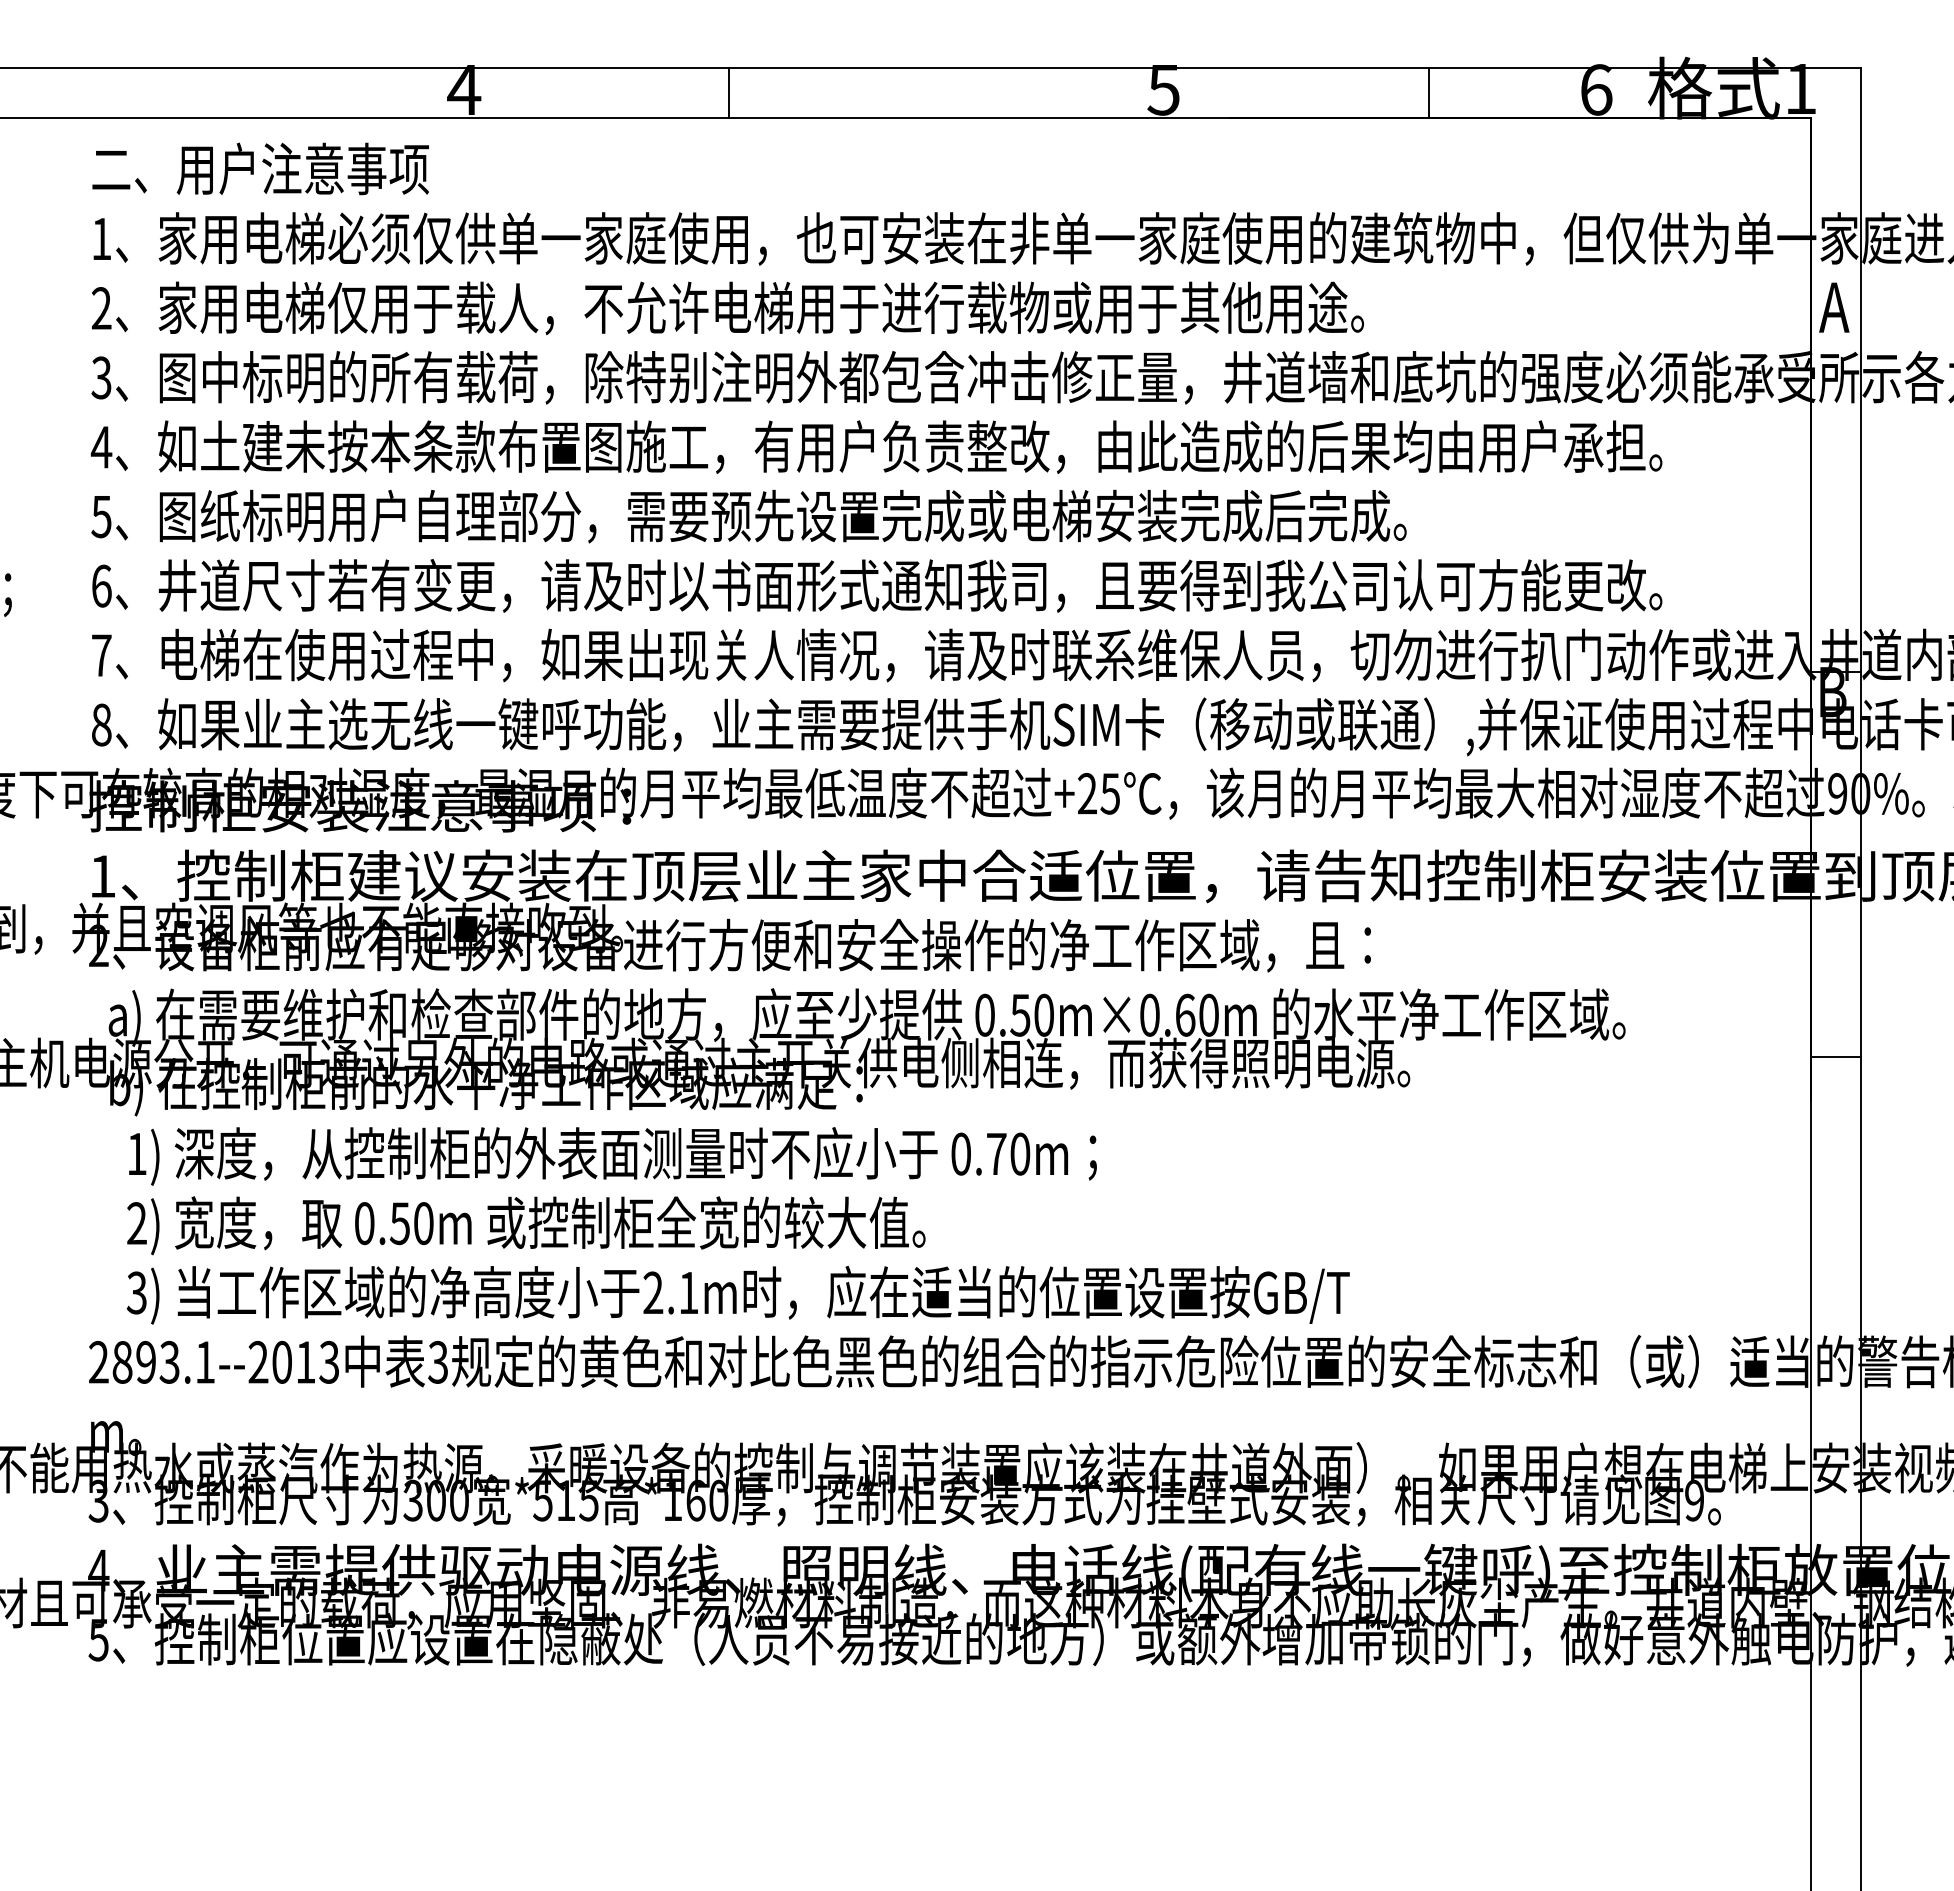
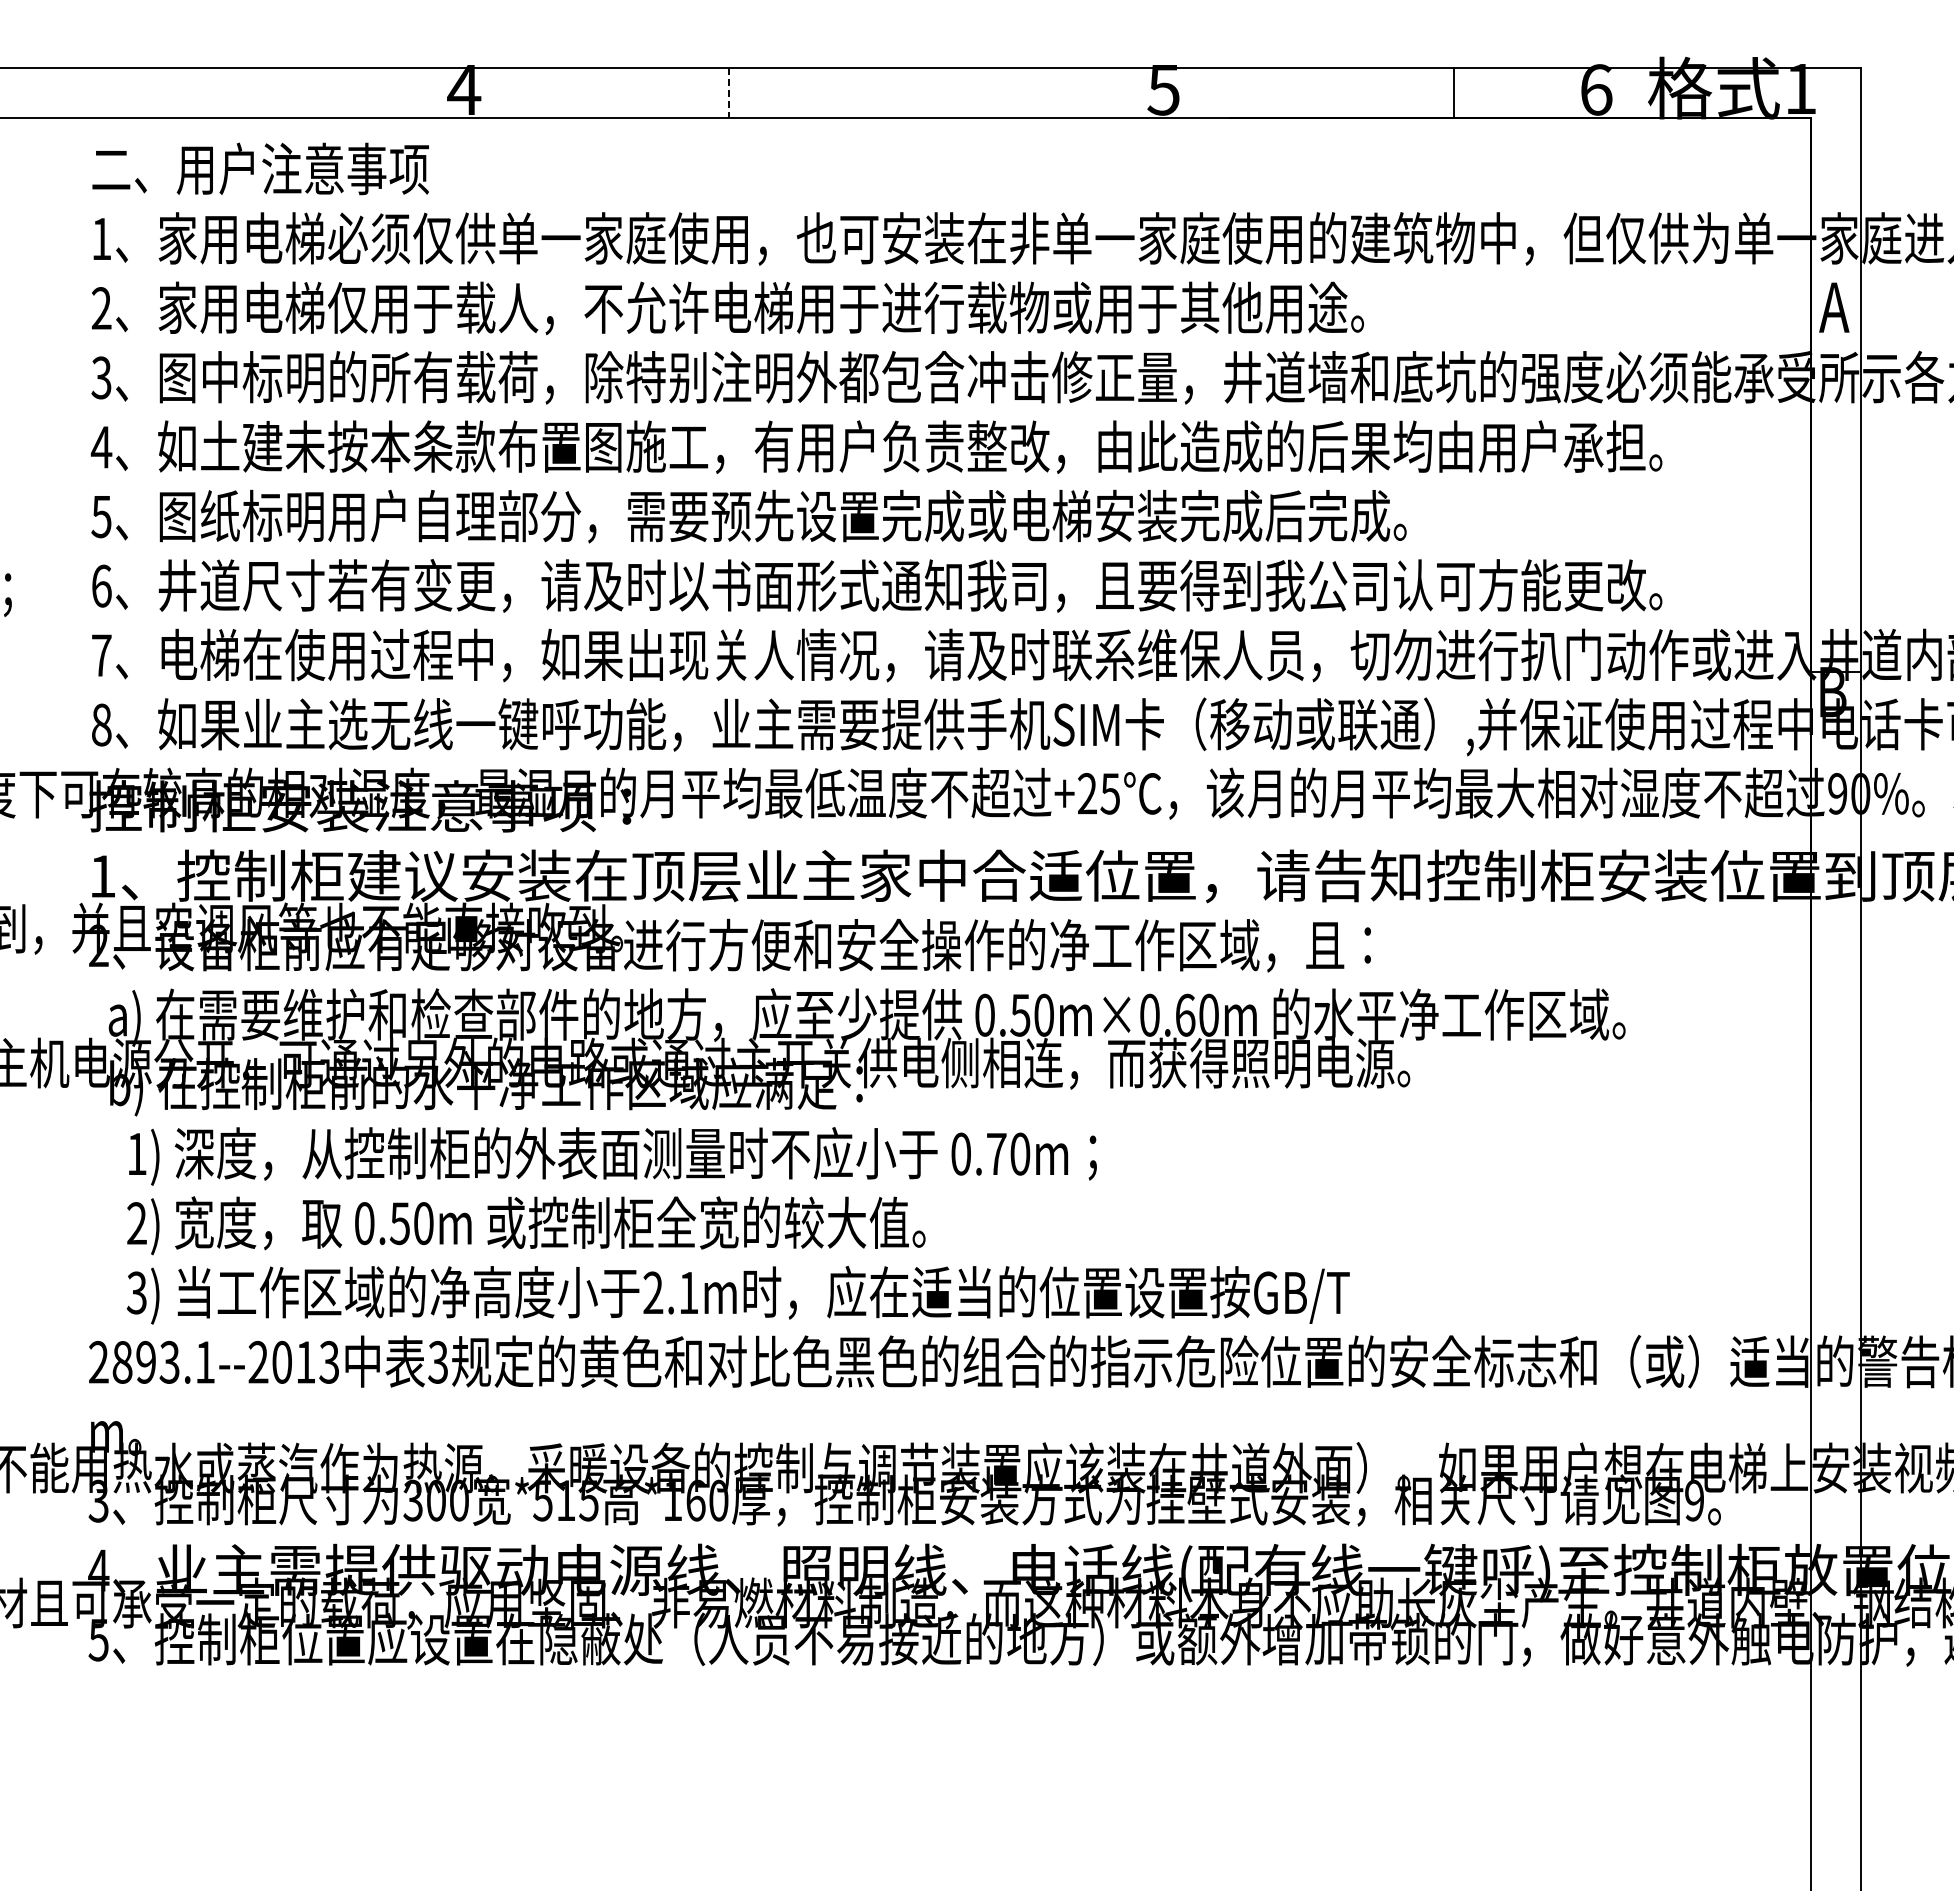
line at (728, 93): solid -> dashed
line at (1428, 93) position: (1428, 93) -> (1453, 93)
line at (1835, 1056): present -> none
